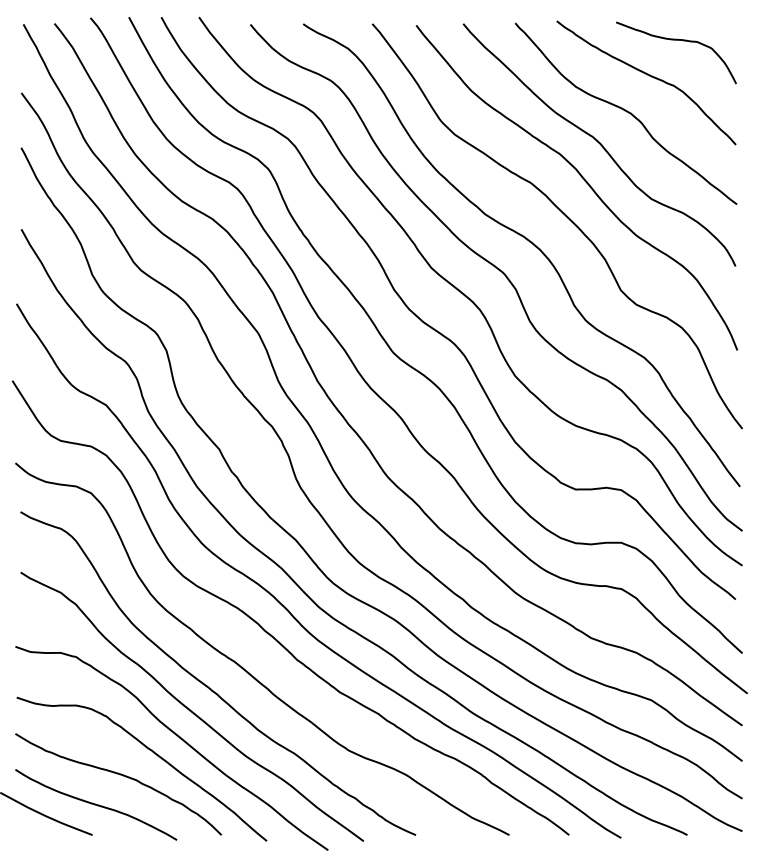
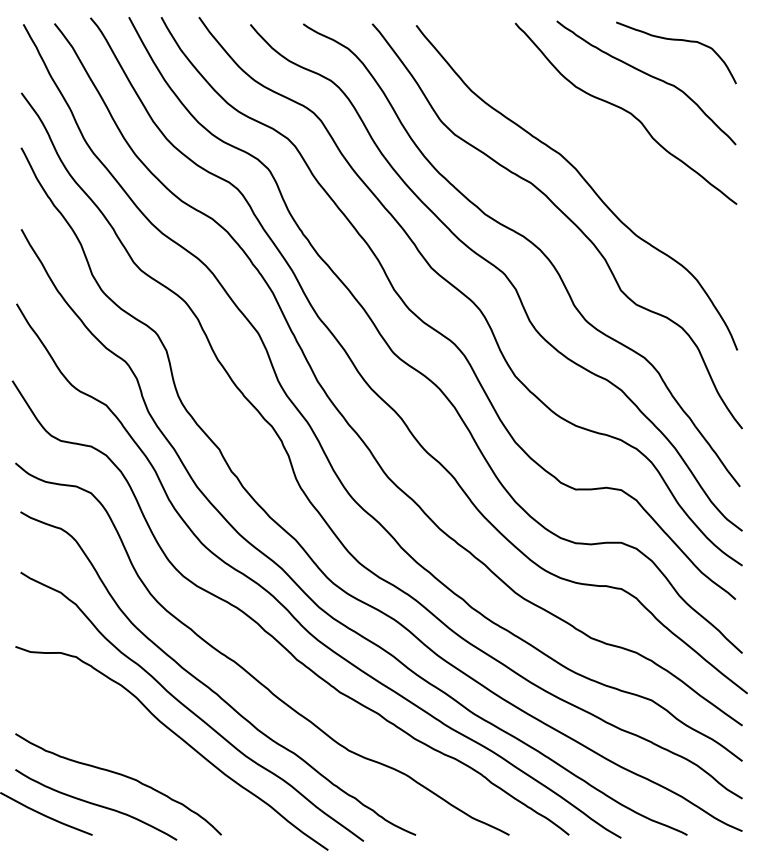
curve at (599, 144): present -> none
curve at (153, 753): present -> none
